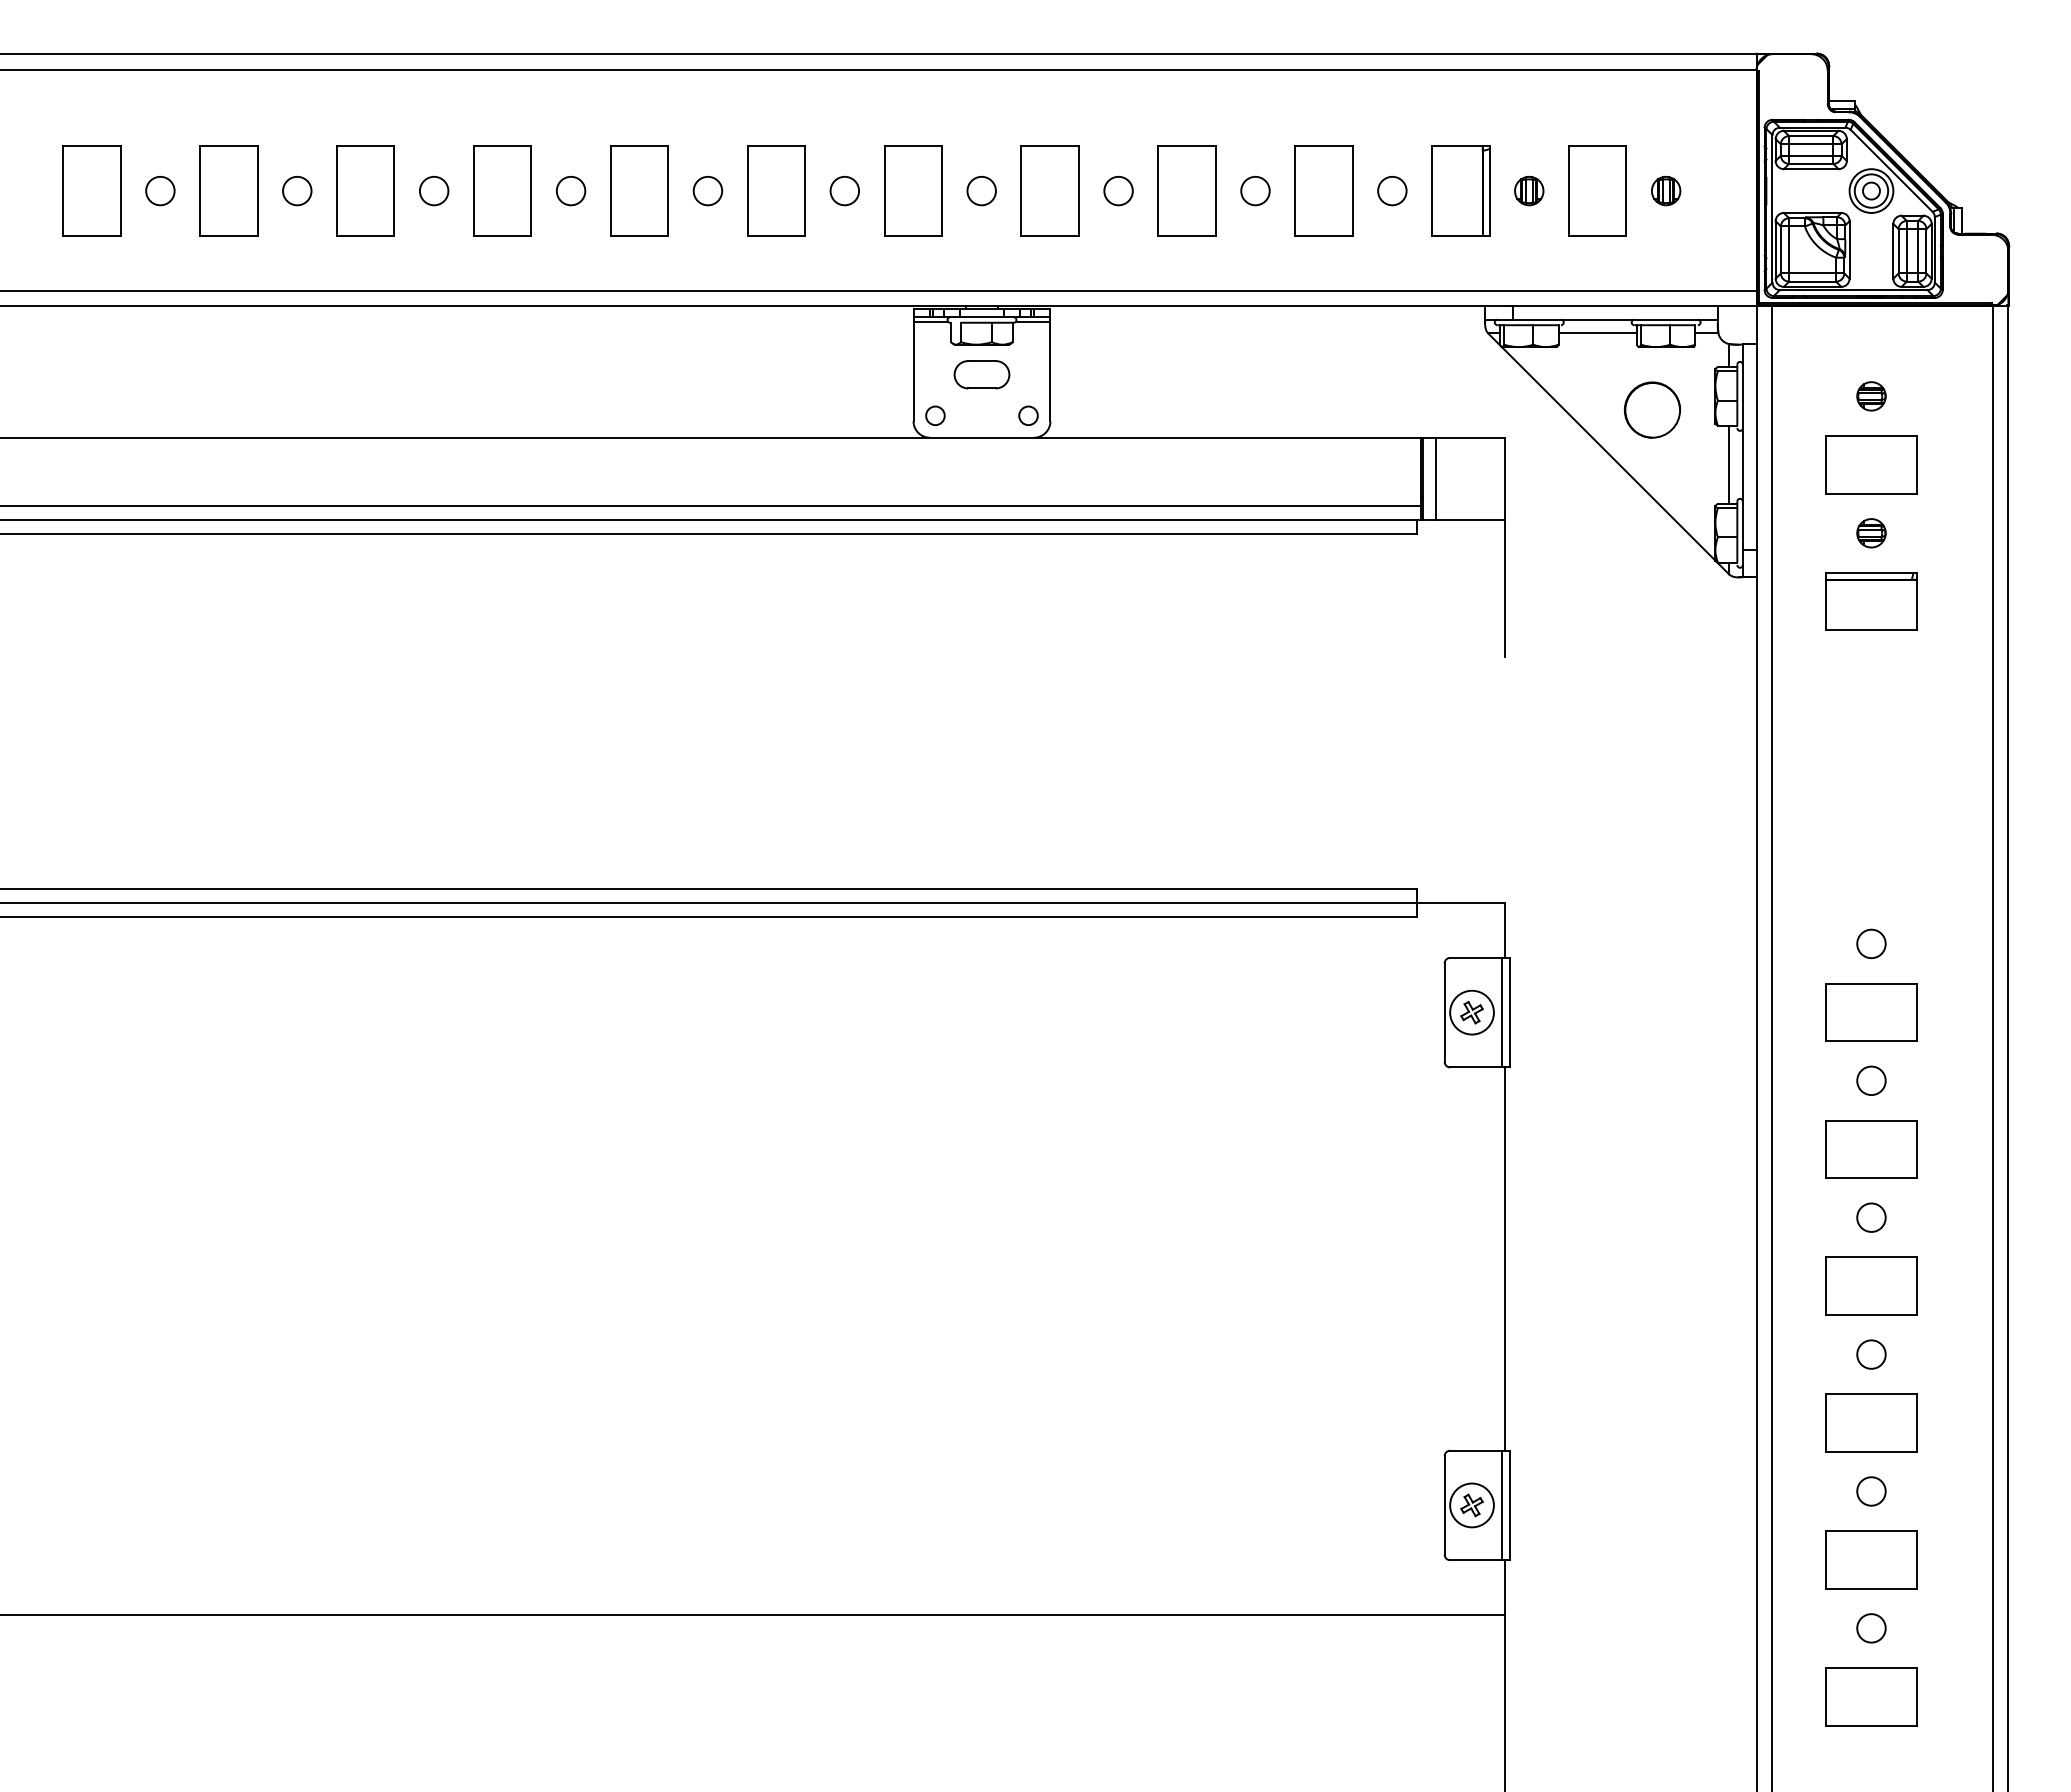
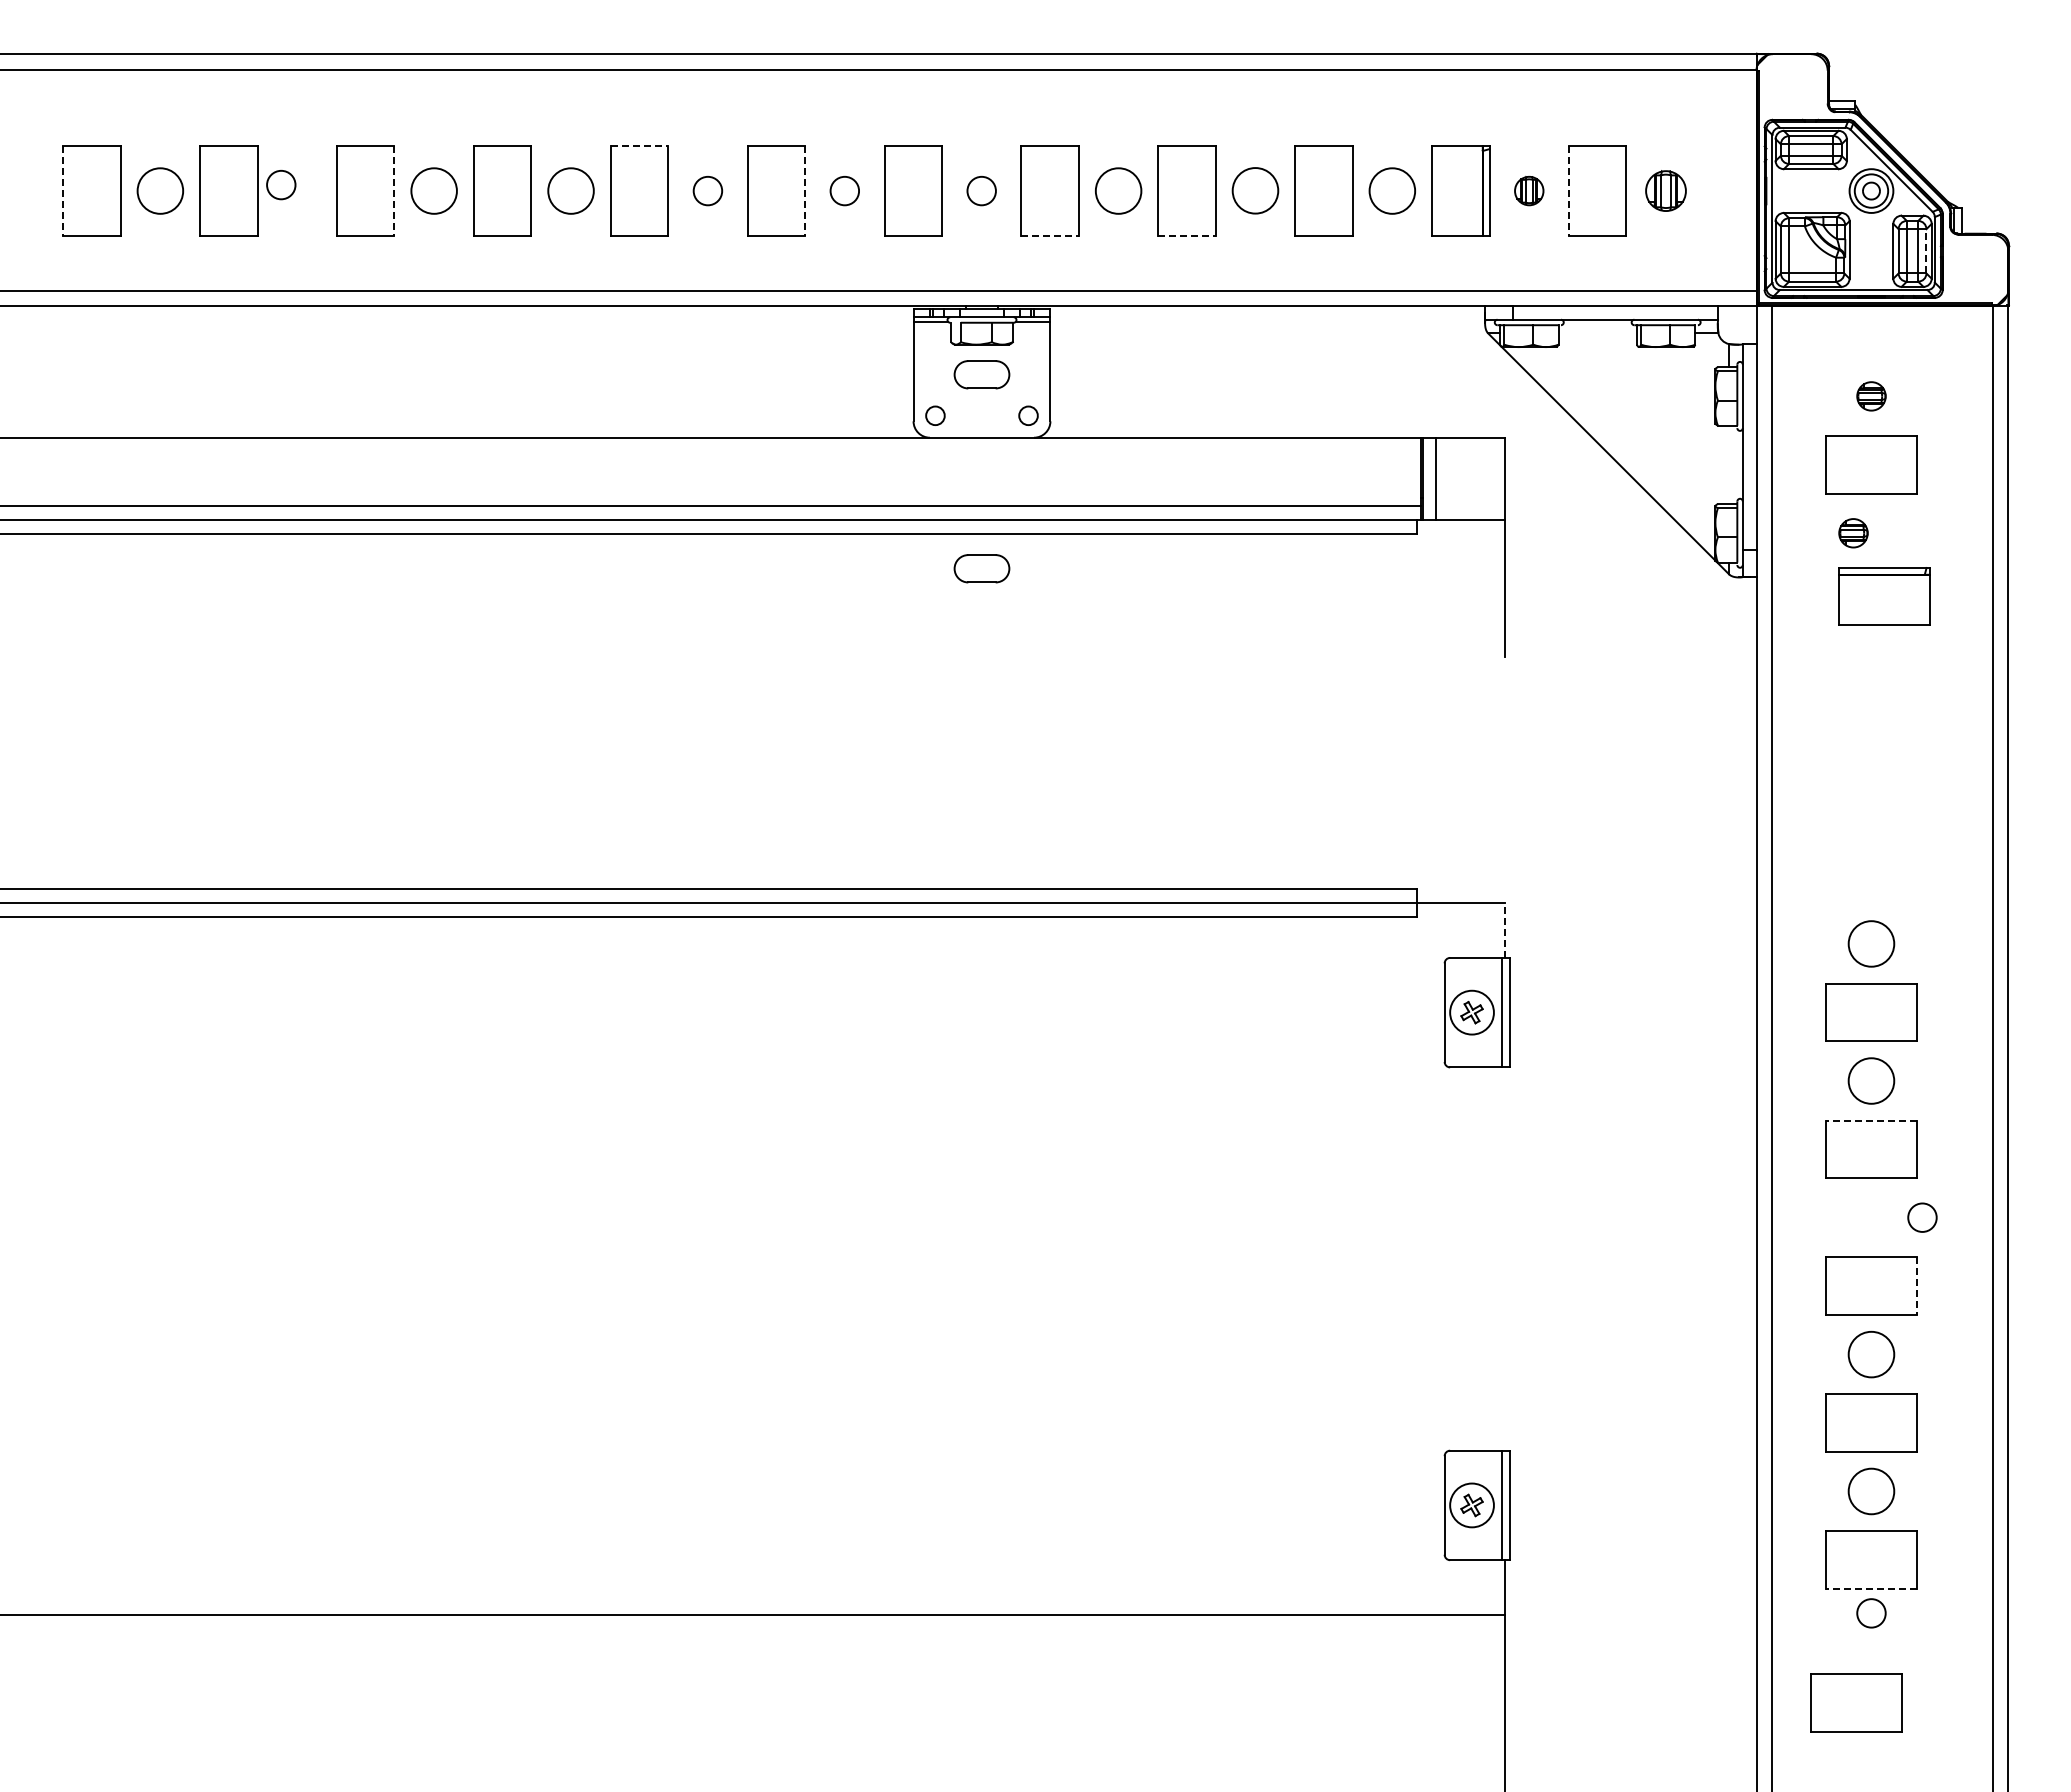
line at (639, 145): solid -> dashed
circle at (160, 190) diameter: 28 px -> 46 px
circle at (433, 190) diameter: 28 px -> 46 px
circle at (570, 190) diameter: 28 px -> 46 px
circle at (1118, 190) diameter: 28 px -> 46 px
circle at (1392, 190) diameter: 28 px -> 46 px
part at (1666, 190) size: 31x32 px -> 42x42 px
line at (63, 191): solid -> dashed
circle at (297, 191) position: (297, 191) -> (281, 185)
line at (394, 191): solid -> dashed
line at (805, 191): solid -> dashed
circle at (1255, 191) size: 31x31 px -> 49x48 px
line at (1568, 191): solid -> dashed
line at (1050, 236): solid -> dashed
line at (1187, 236): solid -> dashed
line at (1926, 250): solid -> dashed
line at (1597, 333): present -> none
circle at (1651, 409): present -> none
line at (1729, 464): present -> none
part at (1871, 533) position: (1871, 533) -> (1853, 533)
part at (981, 568): none -> present
part at (1871, 601) position: (1871, 601) -> (1884, 596)
line at (1504, 930): solid -> dashed
circle at (1871, 943) diameter: 28 px -> 46 px
circle at (1871, 1080) size: 31x31 px -> 49x48 px
line at (1870, 1120): solid -> dashed
circle at (1871, 1217) position: (1871, 1217) -> (1922, 1217)
line at (1504, 1258): present -> none
line at (1916, 1286): solid -> dashed
circle at (1871, 1354) diameter: 28 px -> 46 px
circle at (1871, 1491) diameter: 28 px -> 46 px
line at (1870, 1588): solid -> dashed
circle at (1871, 1628) position: (1871, 1628) -> (1871, 1613)
part at (1871, 1696) position: (1871, 1696) -> (1856, 1702)
